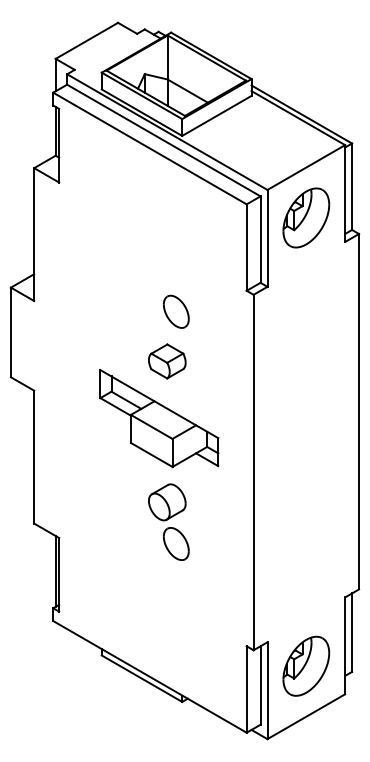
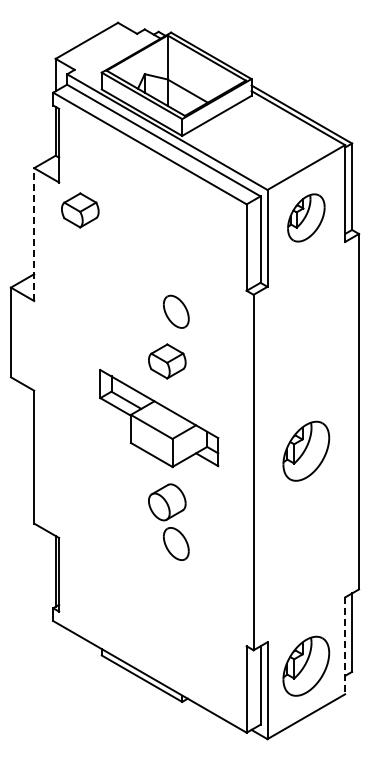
part at (80, 210): none -> present
part at (306, 217) size: 49x62 px -> 39x50 px
line at (34, 234): solid -> dashed
part at (306, 450): none -> present
line at (345, 646): solid -> dashed
